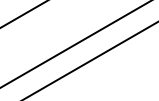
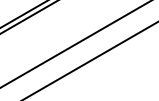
line at (28, 17): none -> present
